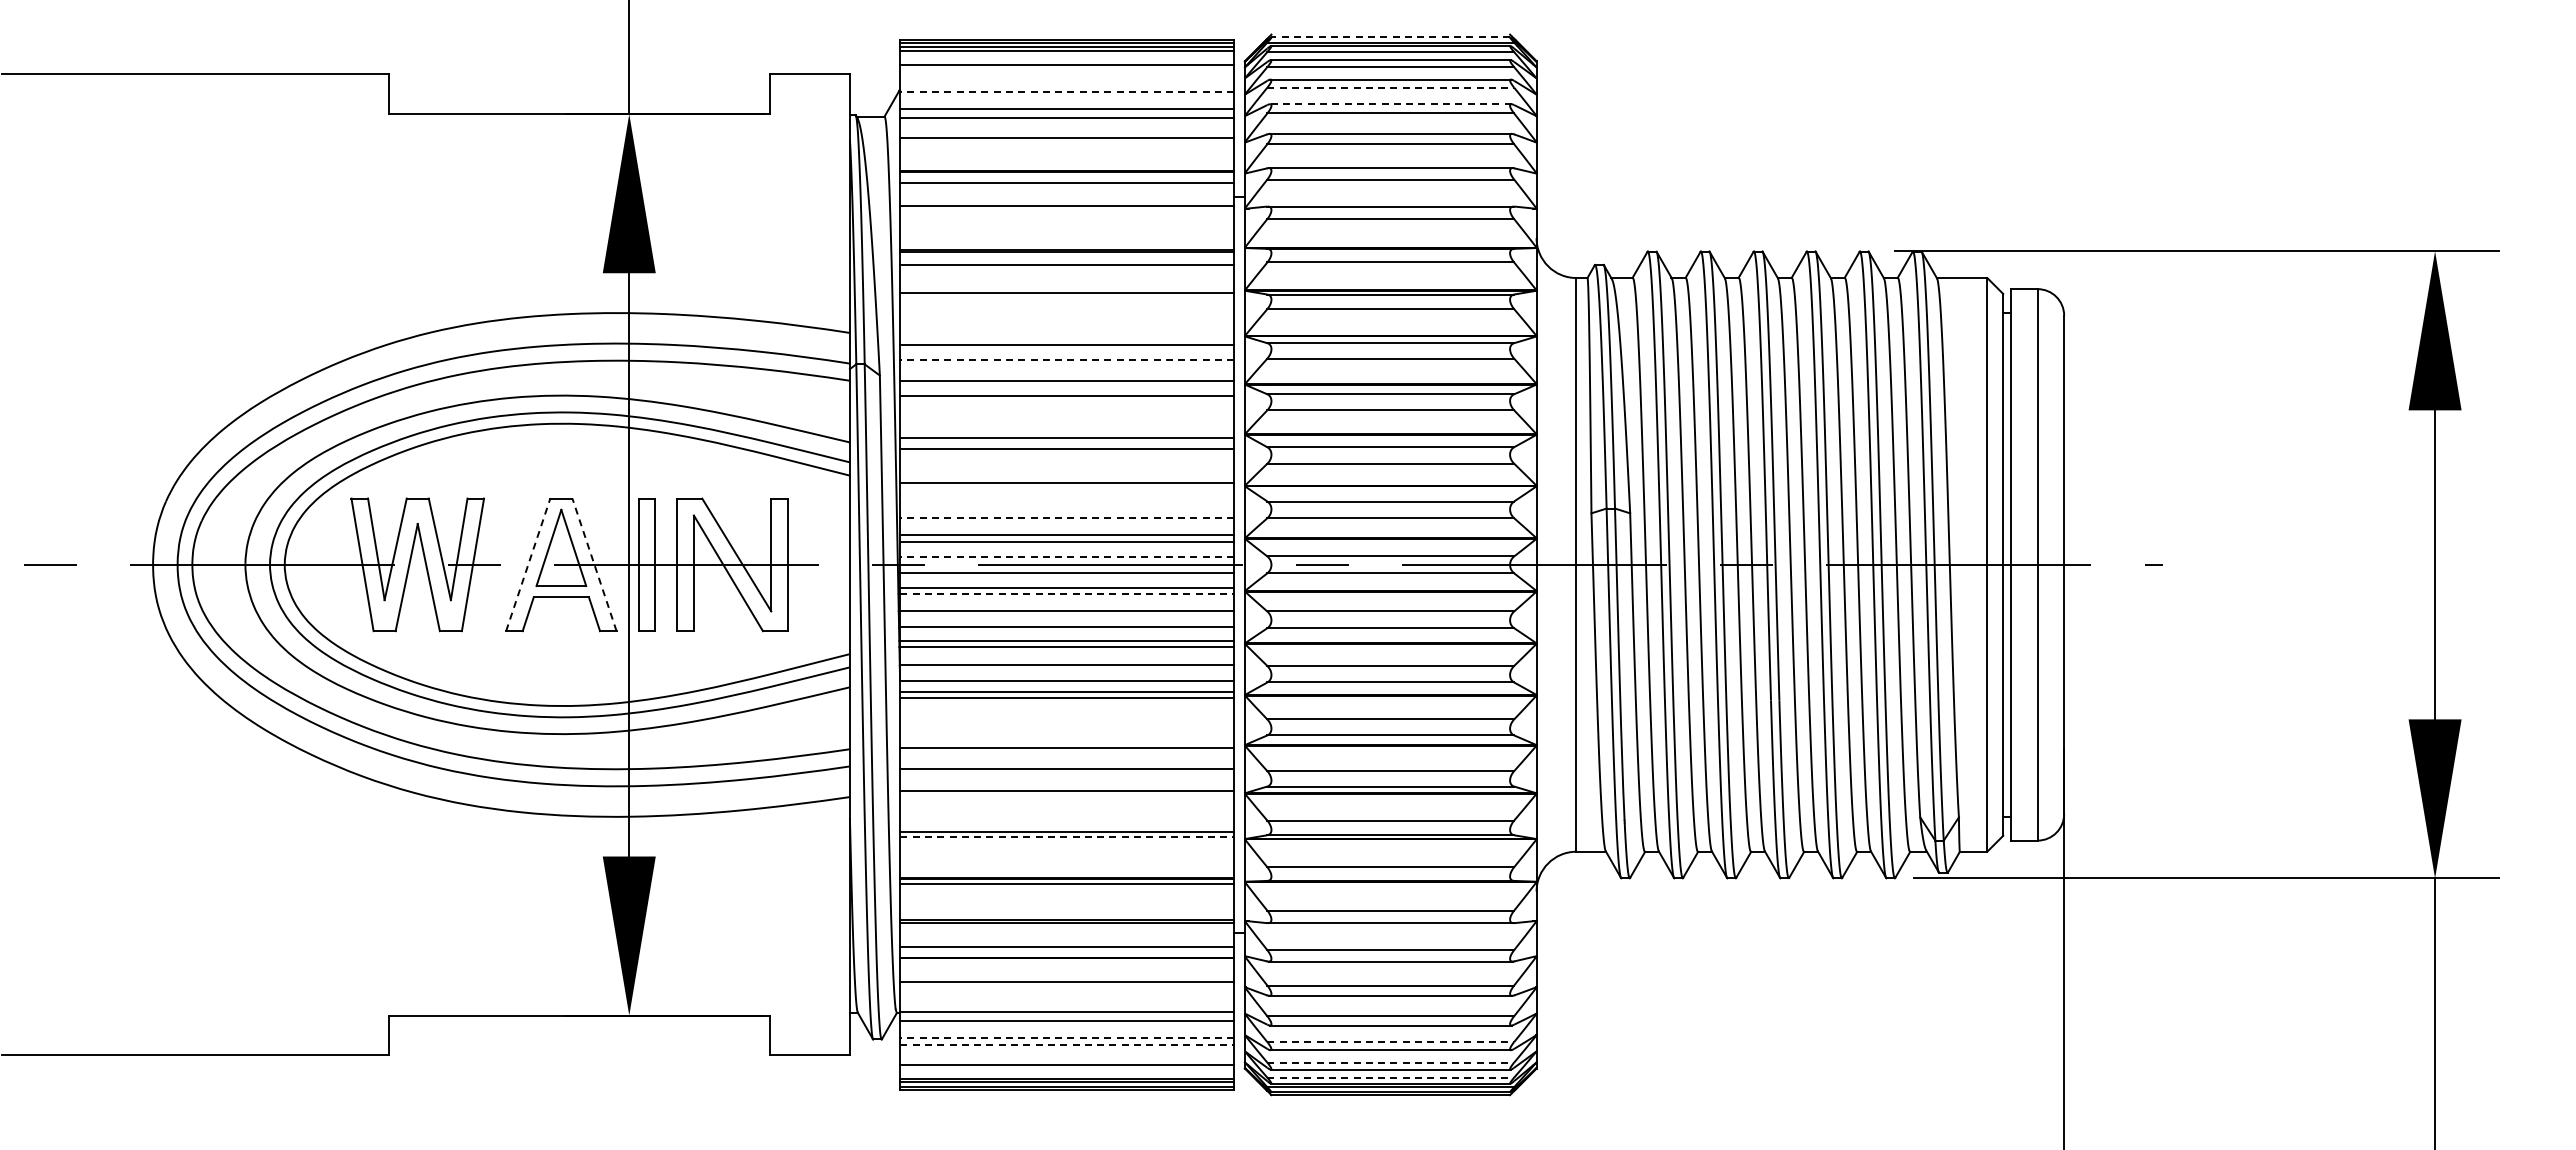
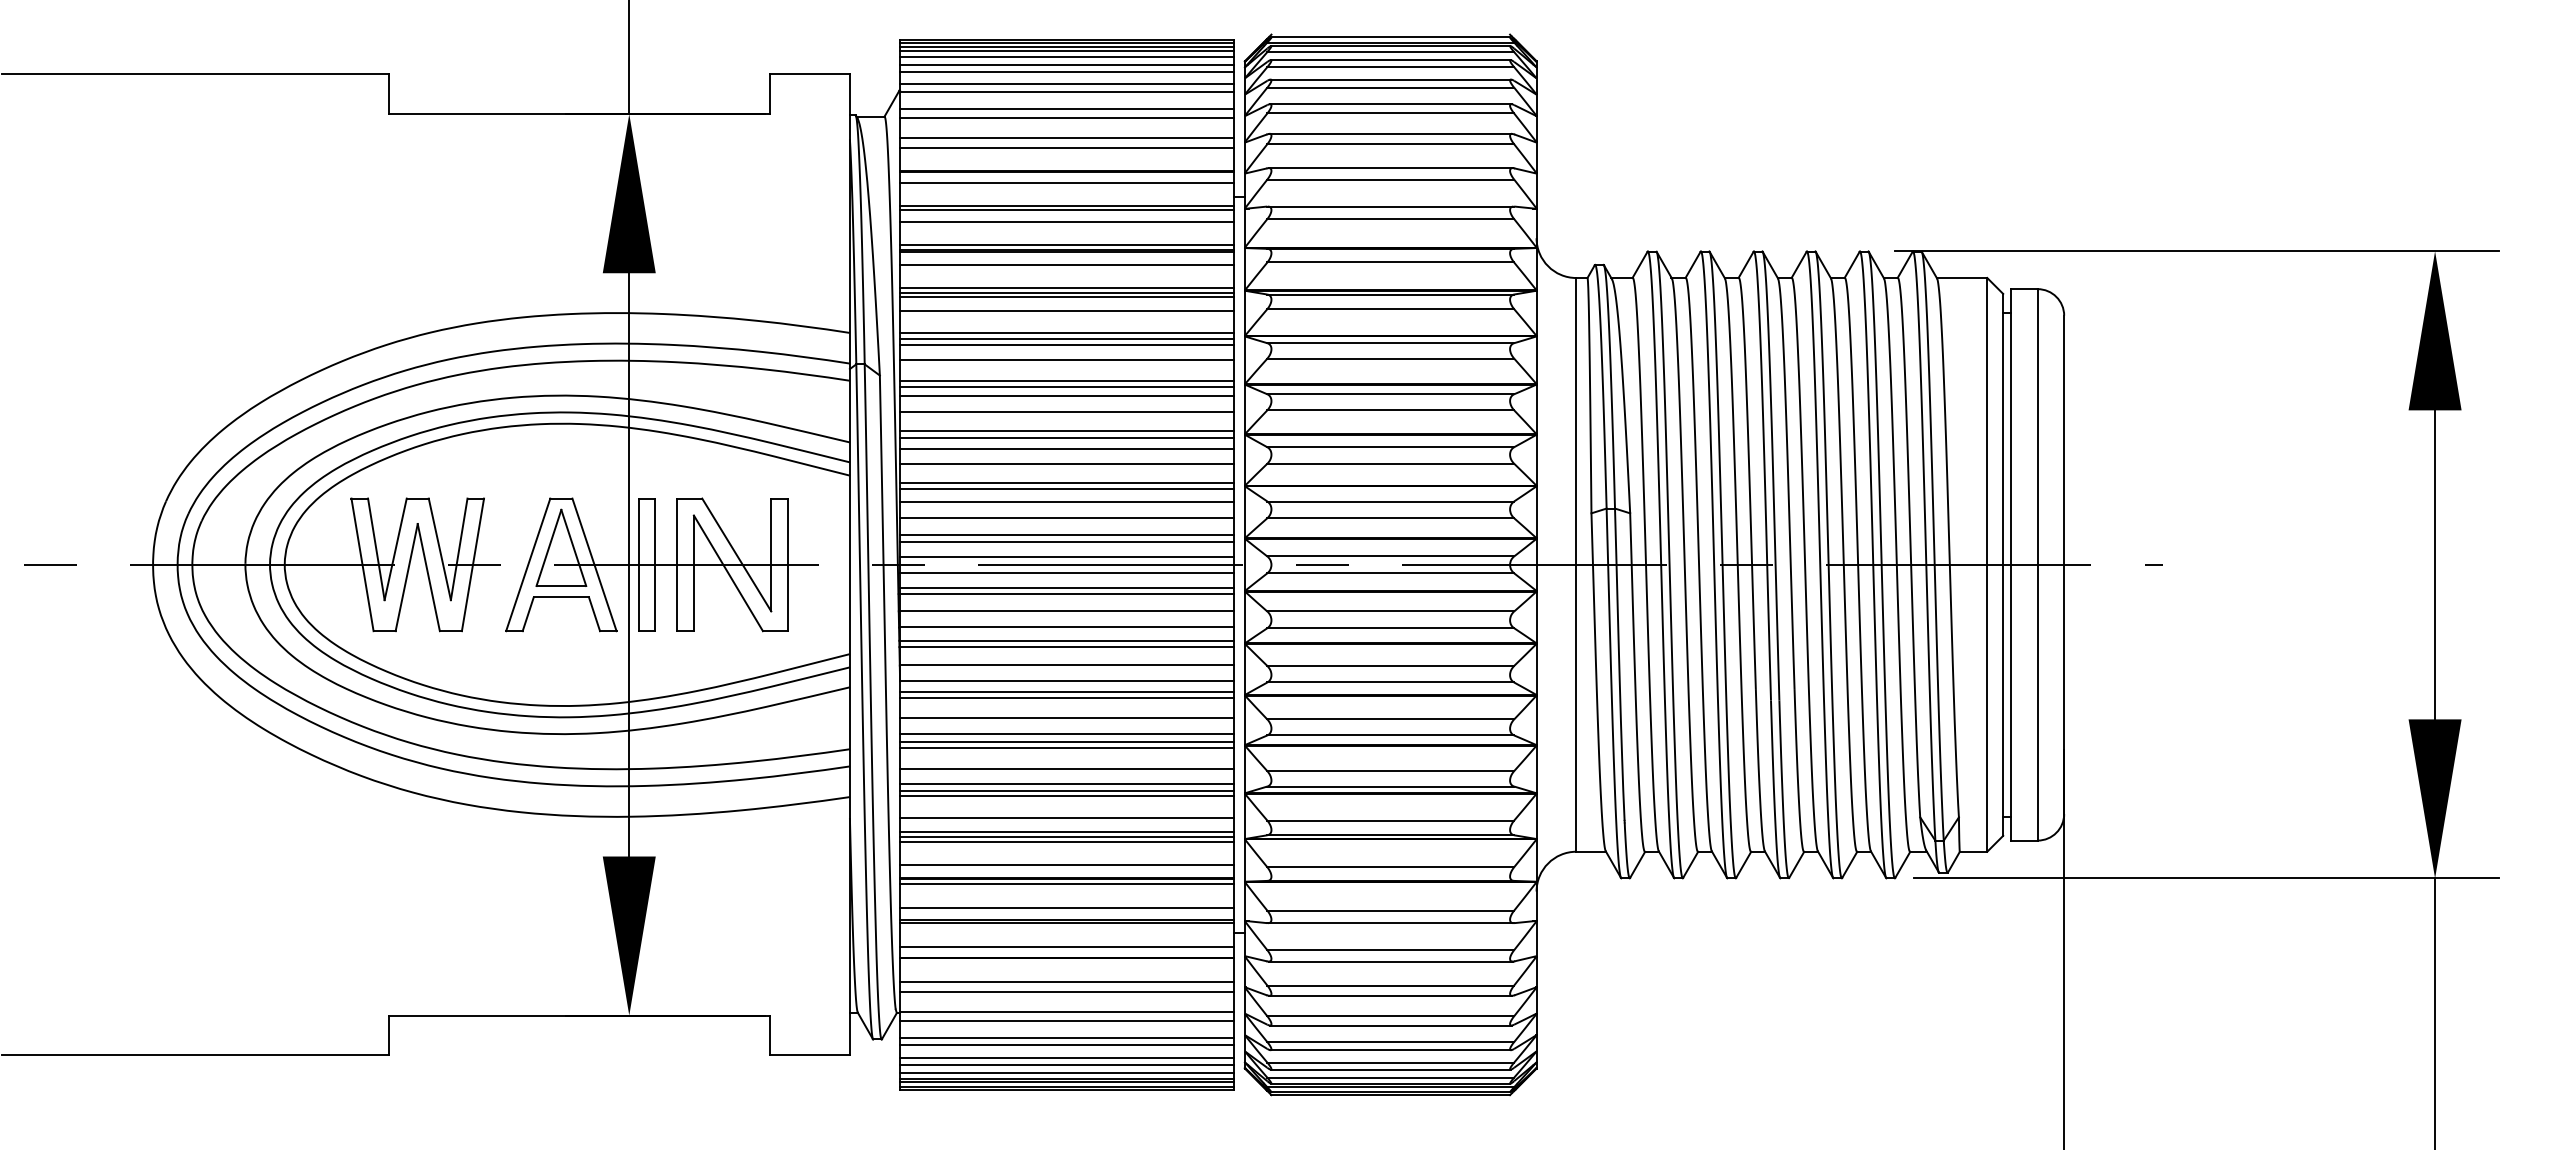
line at (1390, 37): dashed -> solid
line at (1067, 56): none -> present
line at (1067, 71): none -> present
line at (1067, 84): none -> present
line at (1391, 87): dashed -> solid
line at (1066, 92): dashed -> solid
line at (1390, 104): dashed -> solid
line at (1067, 148): none -> present
line at (1067, 210): none -> present
line at (1067, 222): none -> present
line at (1067, 245): none -> present
line at (1067, 287): none -> present
line at (1067, 297): none -> present
line at (1067, 311): none -> present
line at (1067, 333): none -> present
line at (1067, 339): none -> present
line at (1066, 360): dashed -> solid
line at (1067, 387): none -> present
line at (1067, 411): none -> present
line at (1067, 431): none -> present
line at (1067, 464): none -> present
line at (1067, 489): none -> present
line at (1067, 502): none -> present
line at (1066, 518): dashed -> solid
line at (1066, 556): dashed -> solid
line at (528, 564): dashed -> solid
line at (594, 564): dashed -> solid
line at (1067, 594): dashed -> solid
line at (1067, 718): none -> present
line at (1067, 733): none -> present
line at (1067, 742): none -> present
line at (1067, 784): none -> present
line at (1067, 796): none -> present
line at (1067, 818): none -> present
line at (1067, 836): dashed -> solid
line at (1067, 841): none -> present
line at (1067, 864): none -> present
line at (1067, 907): none -> present
line at (1067, 991): none -> present
line at (1066, 1037): dashed -> solid
line at (1391, 1042): dashed -> solid
line at (1067, 1045): dashed -> solid
line at (1067, 1058): none -> present
line at (1391, 1062): dashed -> solid
line at (1067, 1072): none -> present
line at (1391, 1077): dashed -> solid
